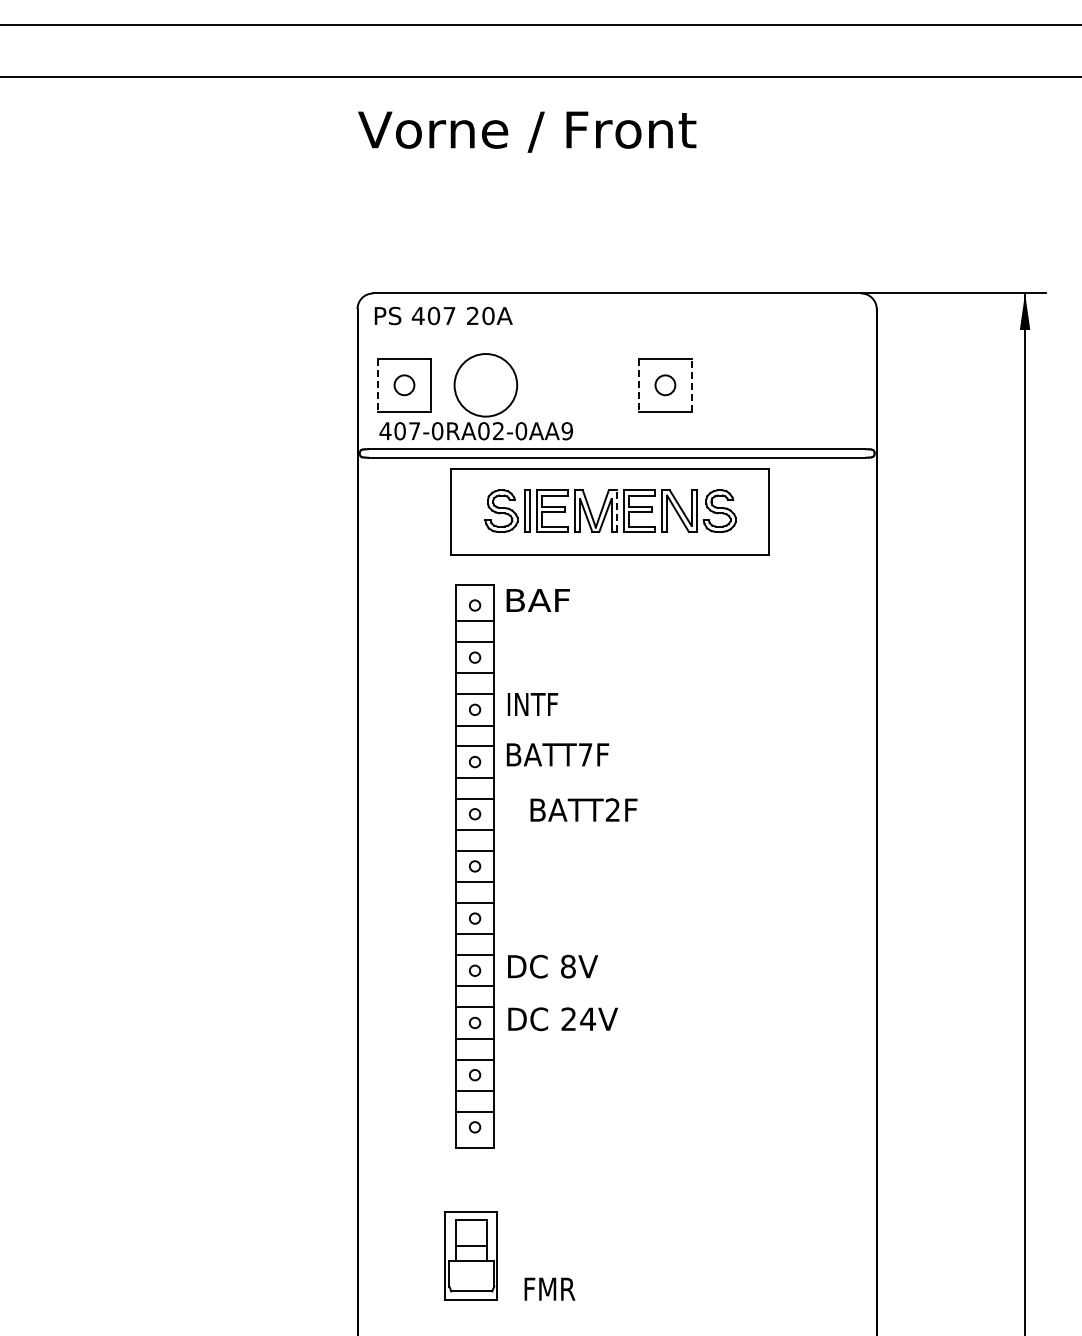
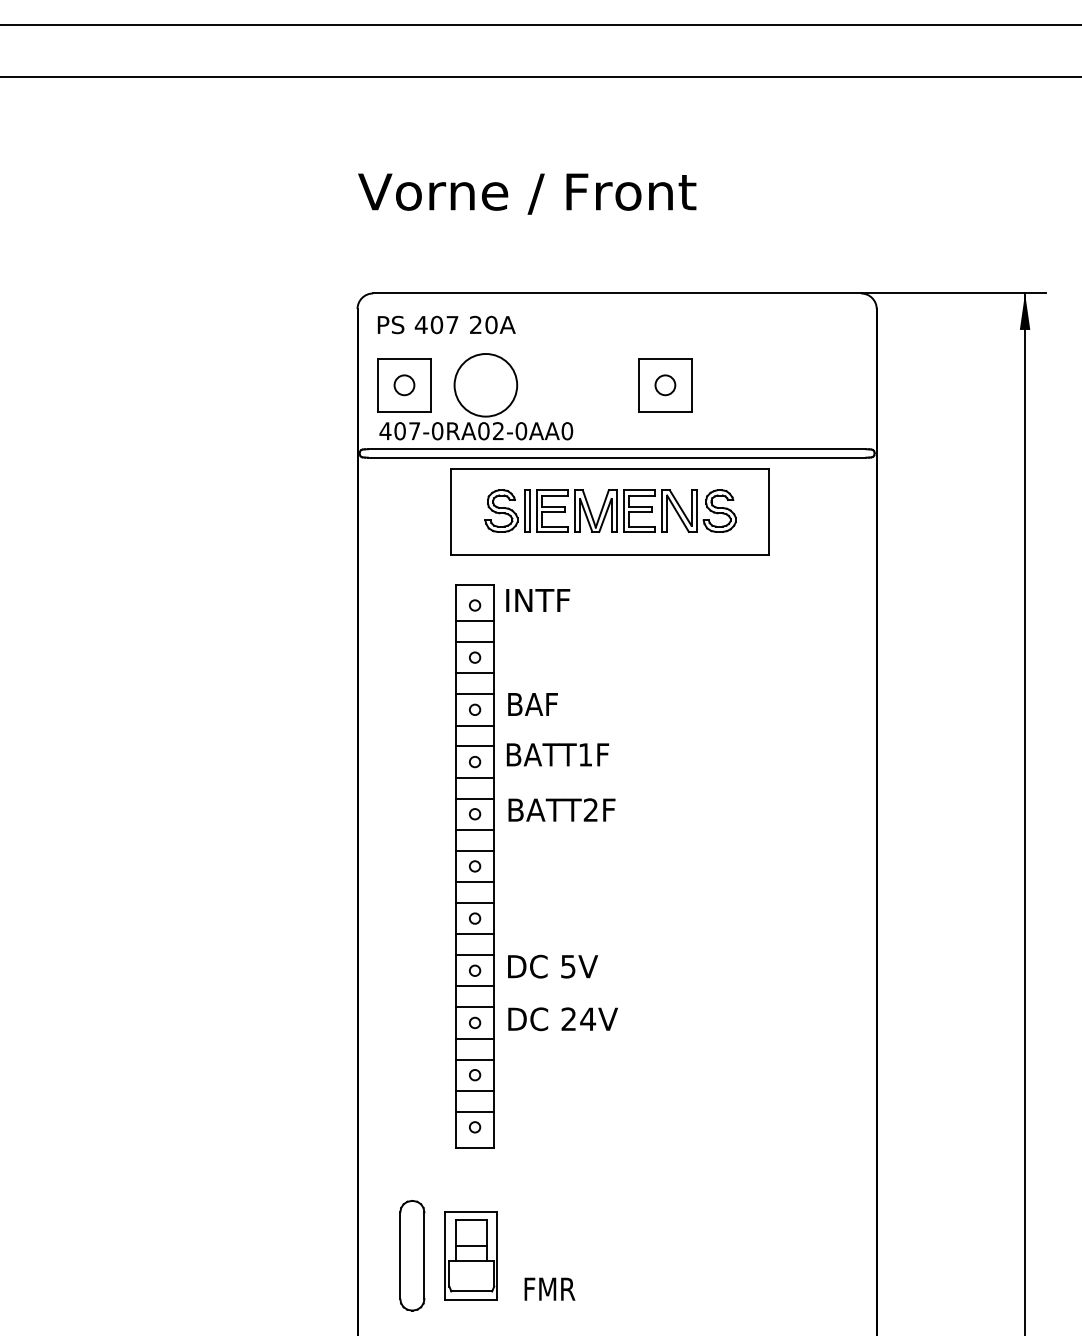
text at (527, 131) position: (527, 131) -> (527, 193)
text at (443, 315) position: (443, 315) -> (446, 324)
line at (377, 385): dashed -> solid
line at (638, 385): dashed -> solid
line at (692, 385): dashed -> solid
text at (567, 431): 407-0RA02-0AA9 -> 407-0RA02-0AA0
line at (616, 511): dashed -> solid
text at (538, 600): BAF -> INTF
text at (532, 704): INTF -> BAF
text at (585, 754): BATT7F -> BATT1F
text at (583, 809) position: (583, 809) -> (561, 809)
text at (568, 966): 8V -> 5V
part at (412, 1255): none -> present
